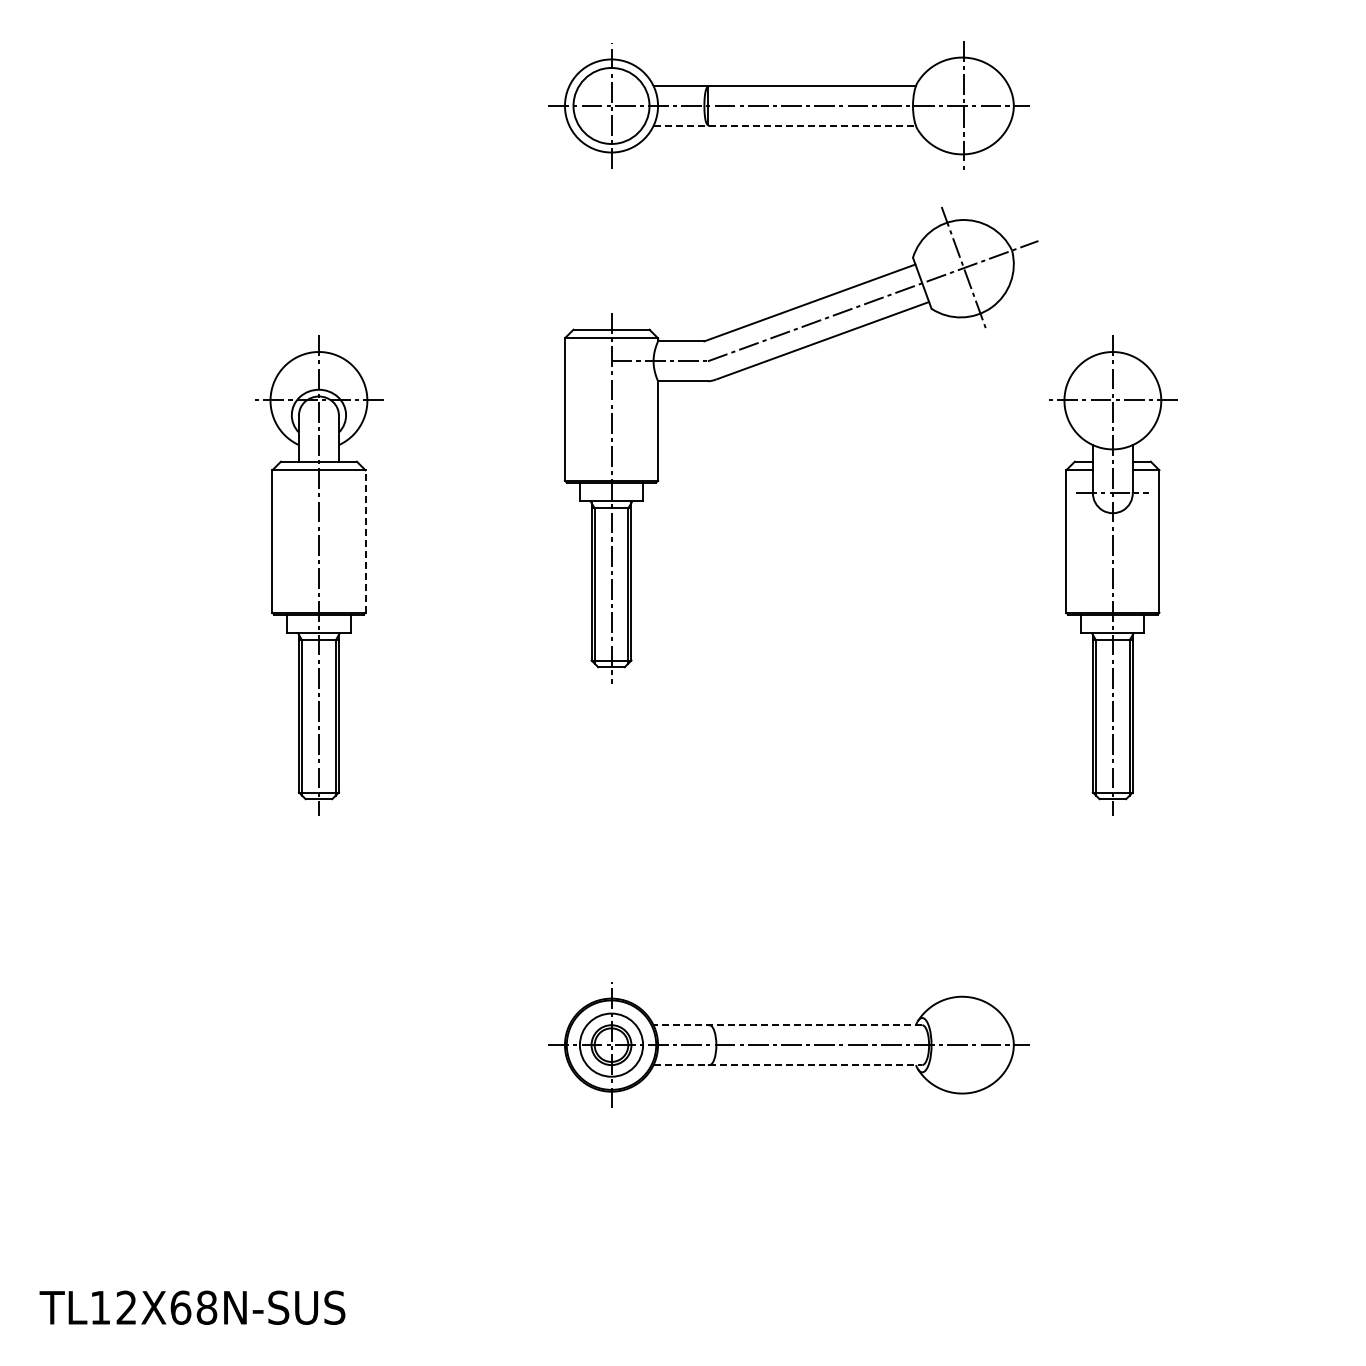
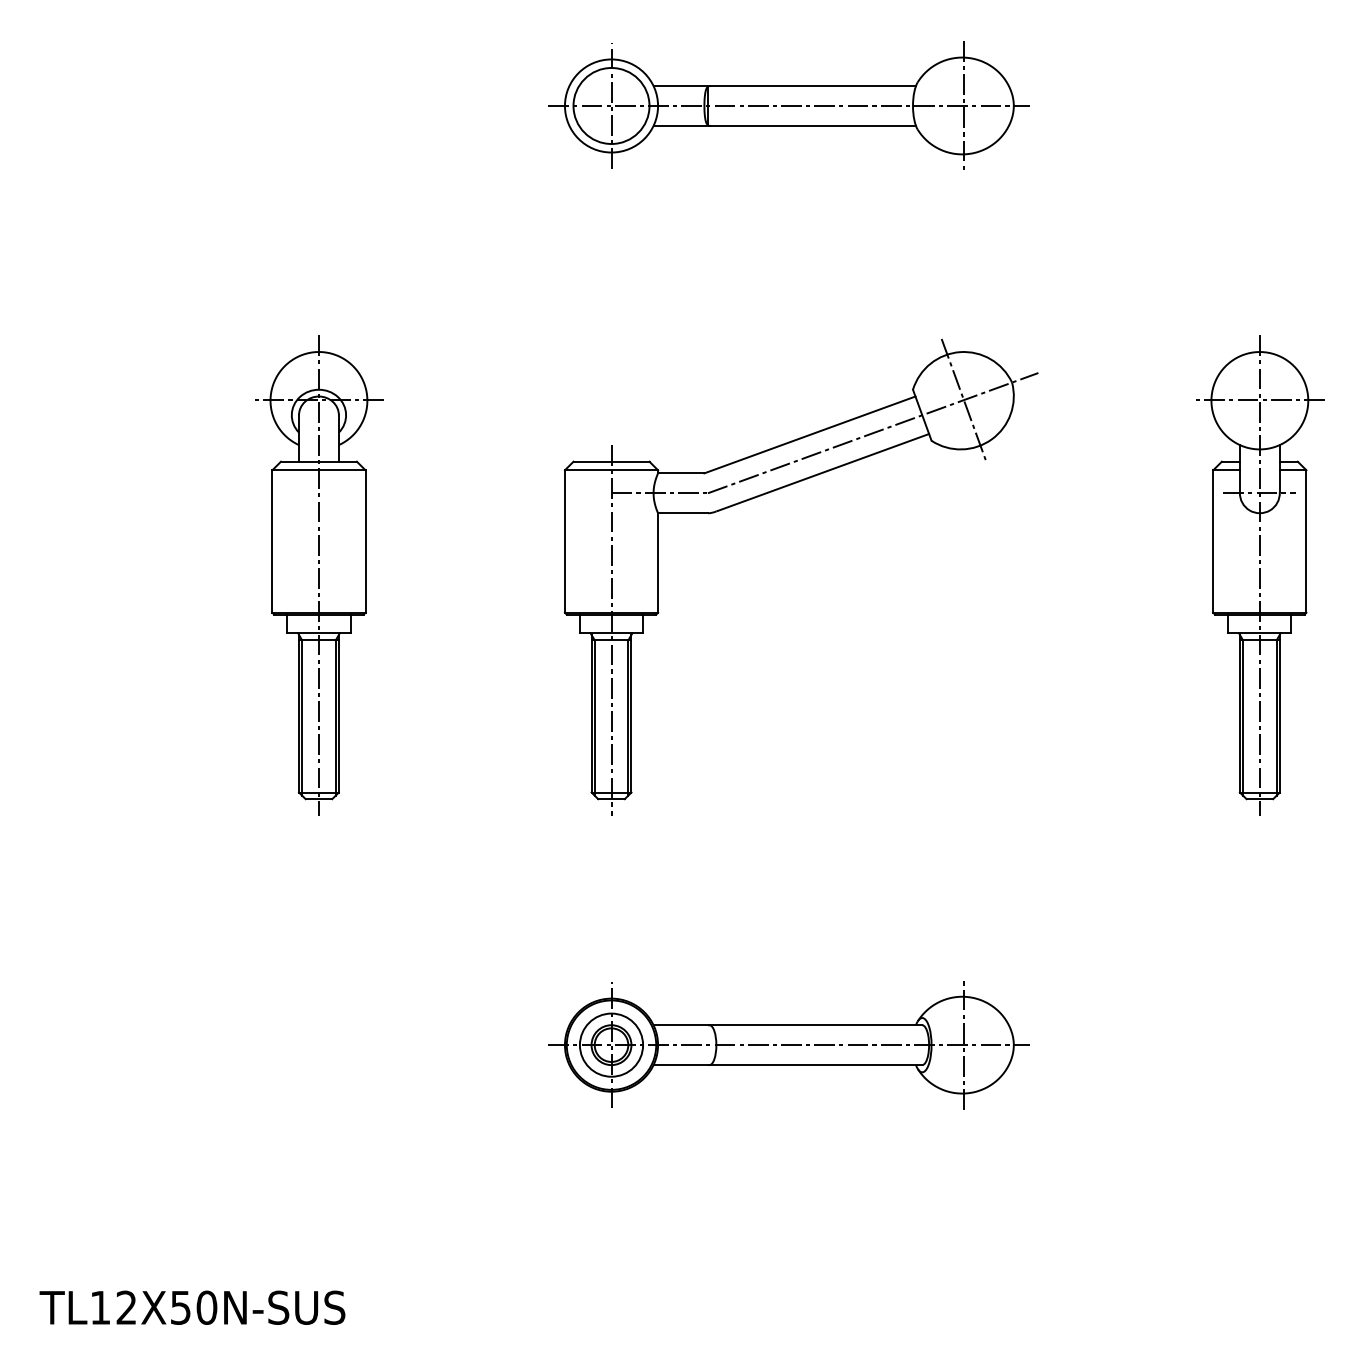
line at (785, 125): dashed -> solid
part at (769, 361) position: (769, 361) -> (769, 493)
line at (365, 541): dashed -> solid
part at (1113, 575) position: (1113, 575) -> (1260, 575)
line at (787, 1025): dashed -> solid
line at (963, 1045): none -> present
line at (788, 1065): dashed -> solid
text at (193, 1307): TL12X68N-SUS -> TL12X50N-SUS
